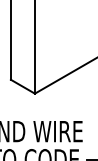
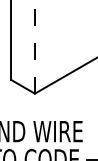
line at (34, 46): solid -> dashed
